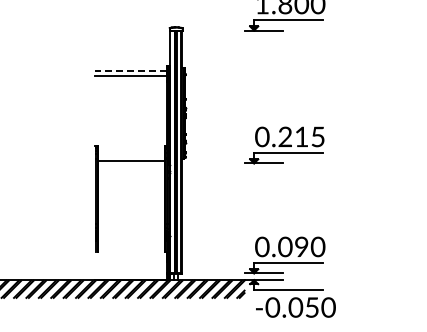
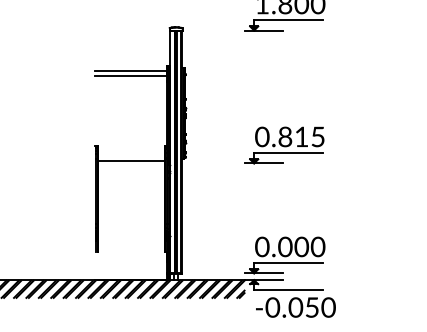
line at (130, 71): dashed -> solid
text at (285, 137): 0.215 -> 0.815
text at (301, 247): 0.090 -> 0.000
